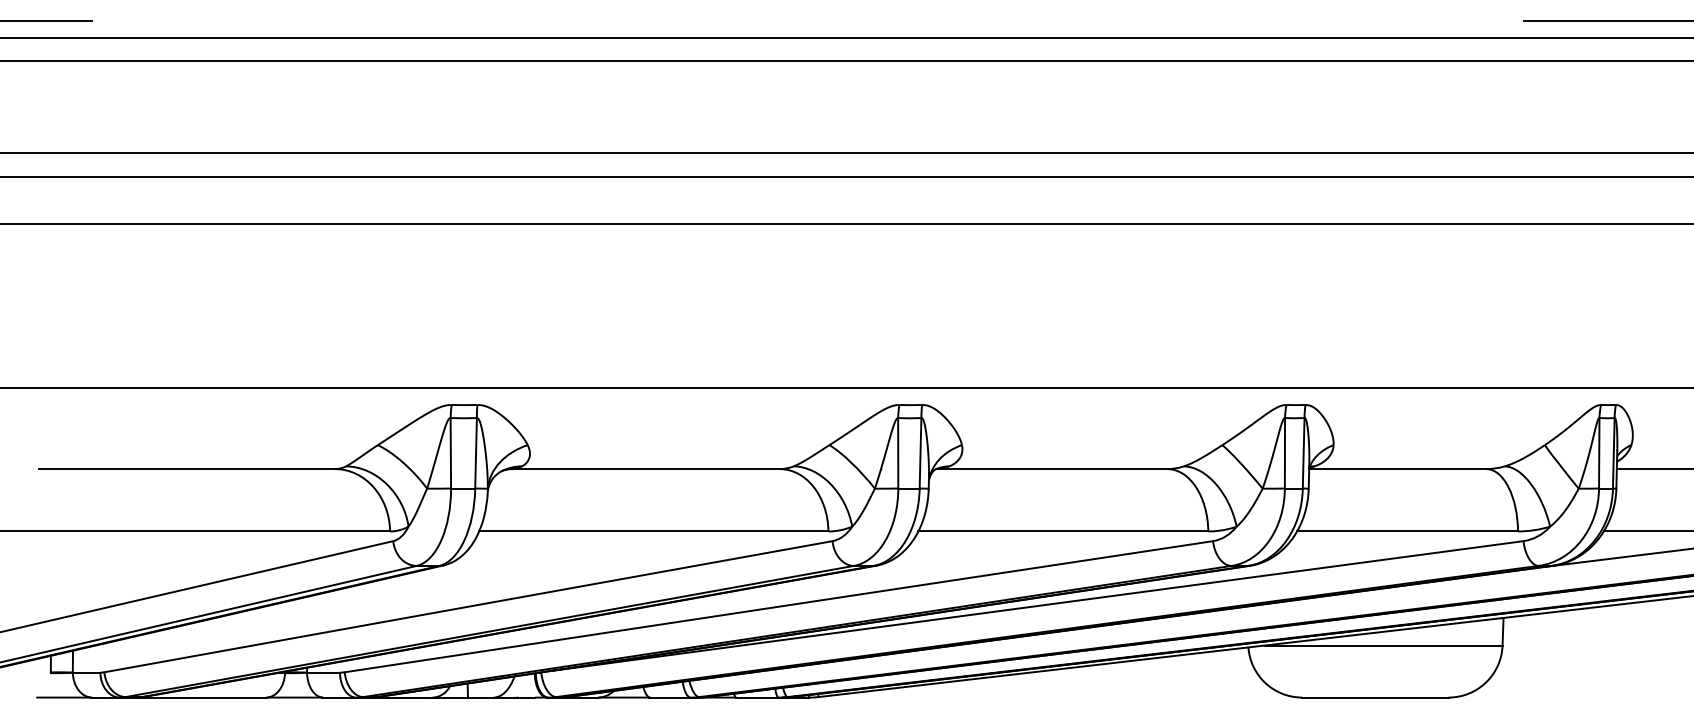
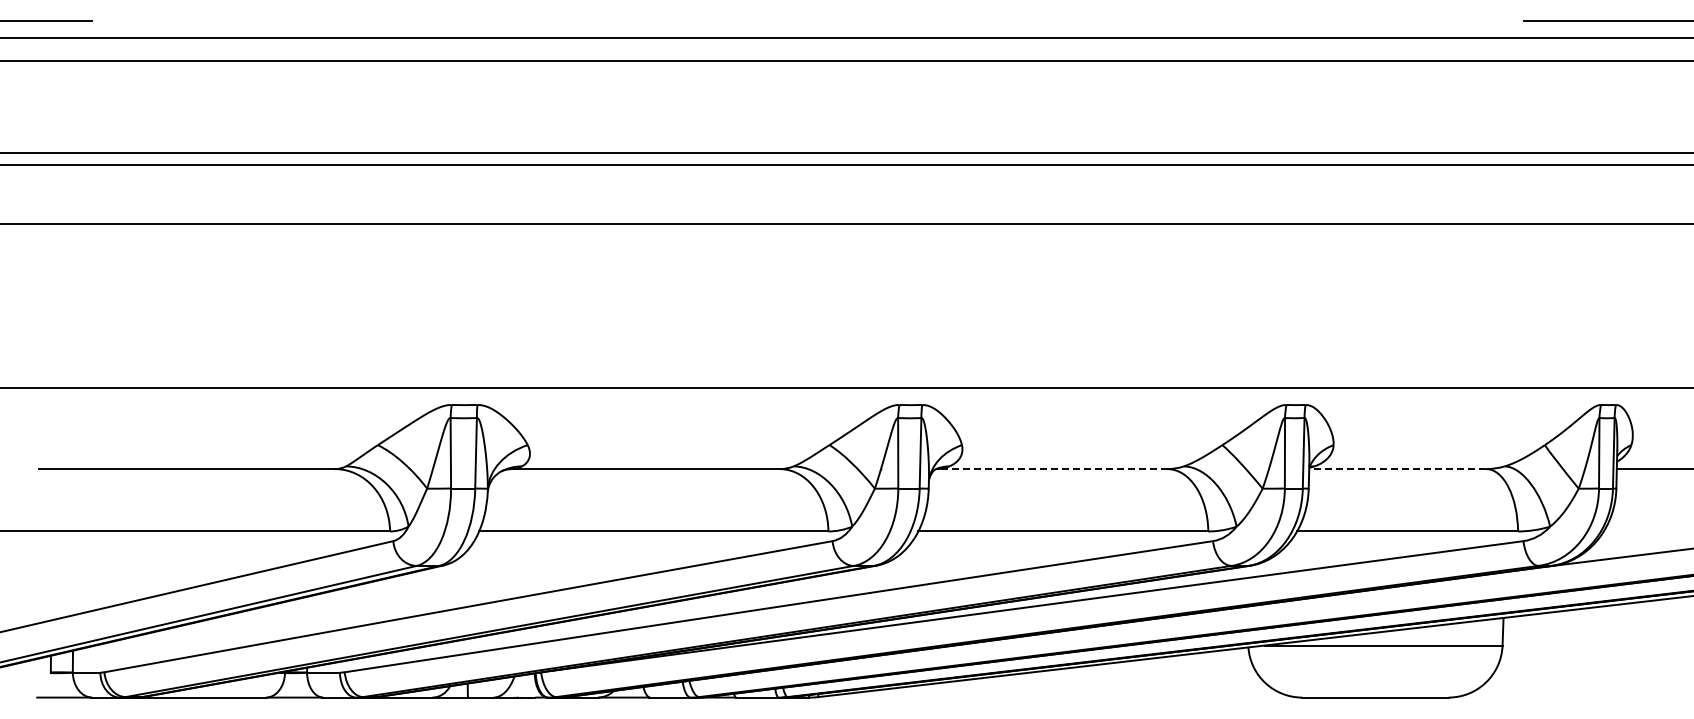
line at (846, 177) position: (846, 177) -> (846, 165)
line at (1051, 469): solid -> dashed
line at (1397, 469): solid -> dashed
line at (1646, 531): present -> none
